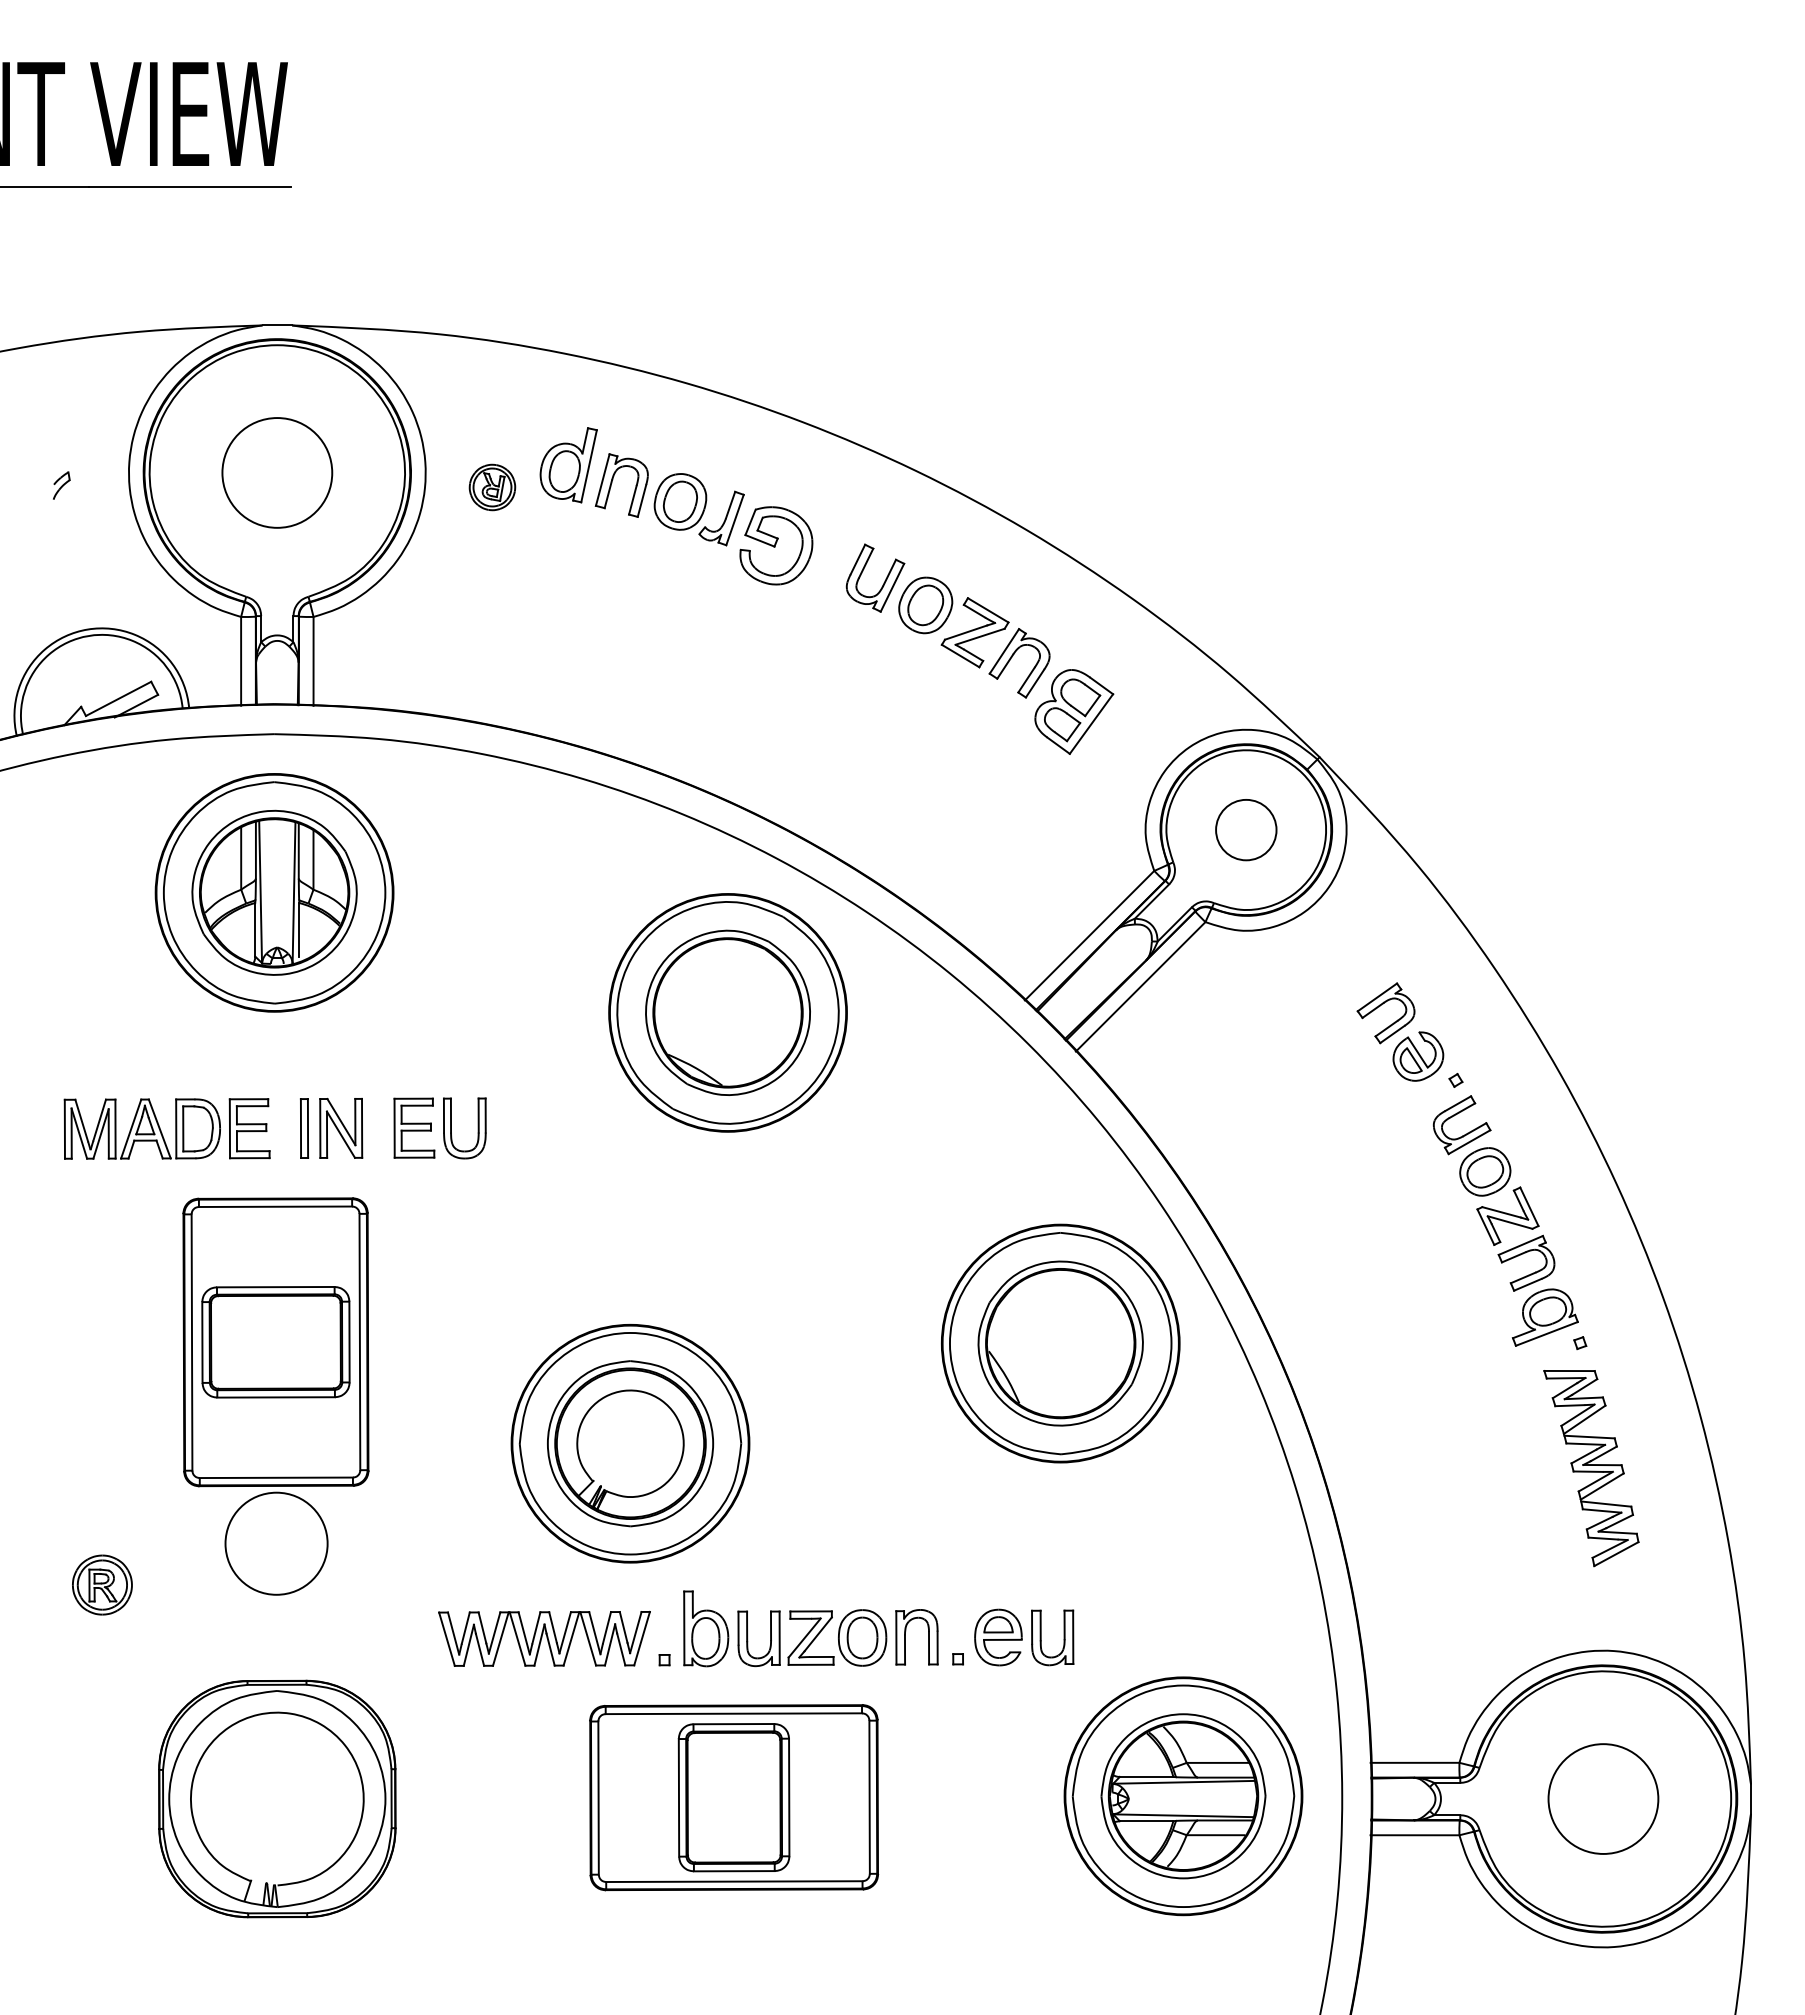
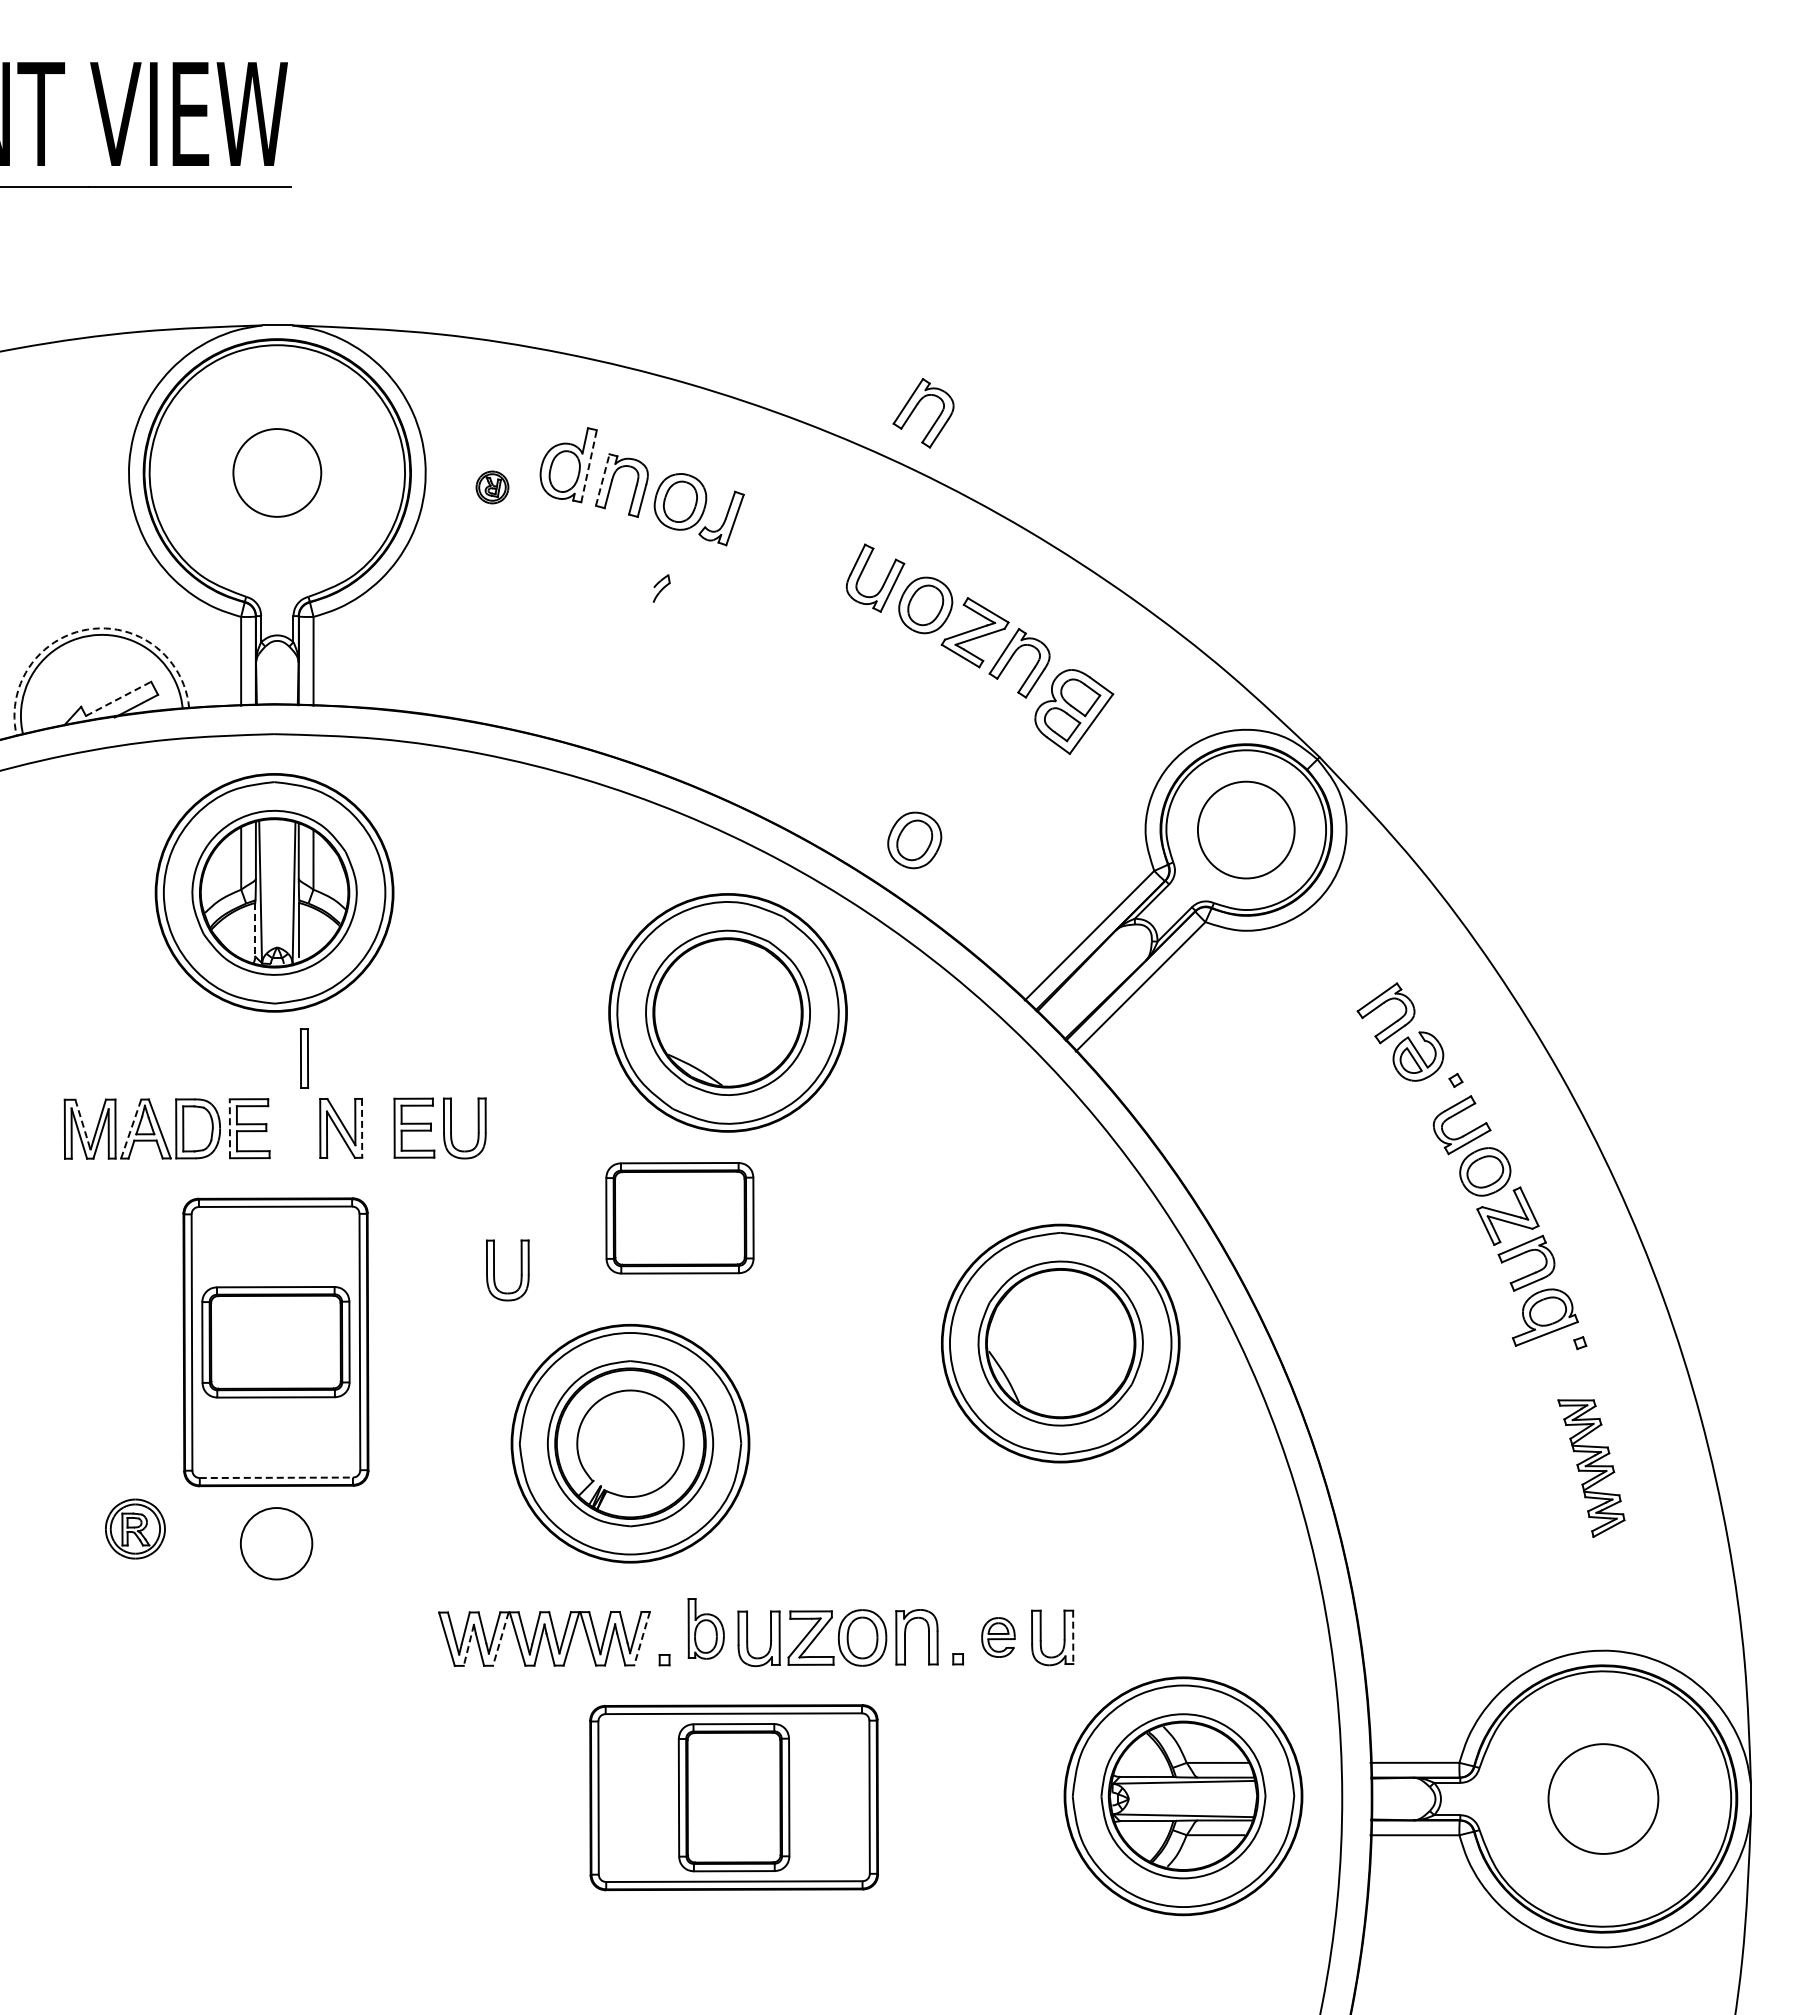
part at (915, 409): none -> present
line at (589, 466): solid -> dashed
circle at (277, 472) diameter: 110 px -> 88 px
line at (602, 480): solid -> dashed
part at (61, 485) position: (61, 485) -> (661, 588)
part at (492, 487) size: 49x49 px -> 35x35 px
part at (776, 545): present -> none
arc at (87, 629): solid -> dashed
line at (118, 698): solid -> dashed
circle at (1246, 829) diameter: 60 px -> 97 px
part at (914, 840): none -> present
line at (255, 929): solid -> dashed
line at (81, 1120): solid -> dashed
line at (131, 1128): solid -> dashed
line at (229, 1128): solid -> dashed
part at (304, 1128) position: (304, 1128) -> (304, 1058)
line at (362, 1128): solid -> dashed
part at (679, 1218): none -> present
part at (494, 1270): none -> present
part at (1591, 1468) size: 97x198 px -> 69x139 px
line at (276, 1477): solid -> dashed
circle at (276, 1543) diameter: 102 px -> 71 px
part at (102, 1584) position: (102, 1584) -> (135, 1528)
part at (706, 1628) size: 47x78 px -> 38x62 px
part at (998, 1637) size: 49x59 px -> 35x41 px
line at (1073, 1637): solid -> dashed
line at (642, 1638): solid -> dashed
line at (500, 1639): solid -> dashed
line at (468, 1645): solid -> dashed
part at (277, 1798): present -> none
